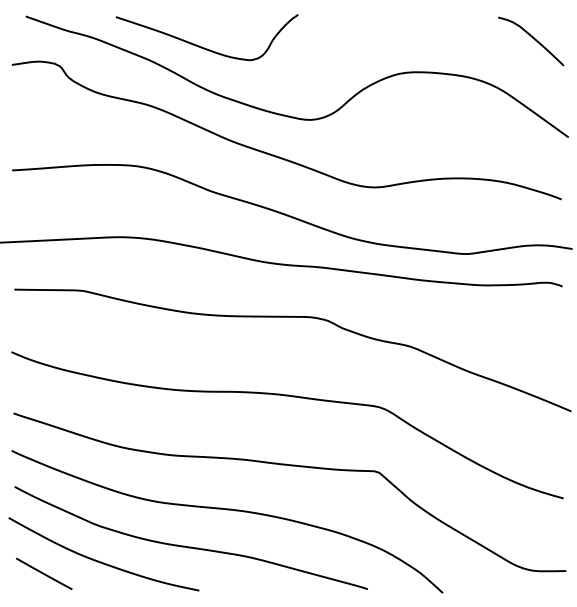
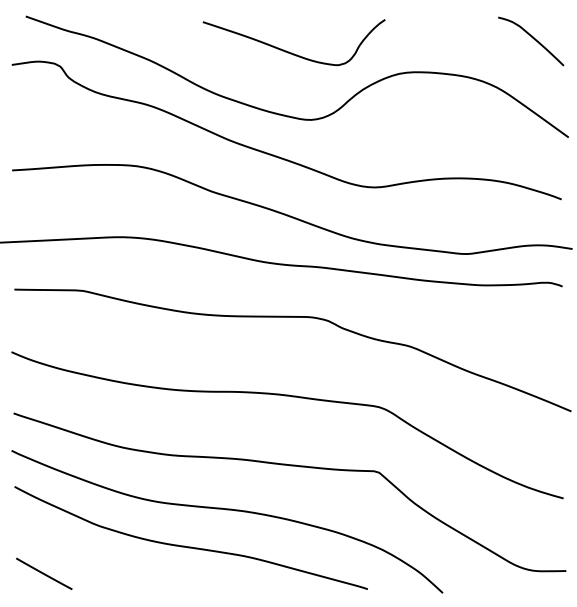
curve at (202, 46) position: (202, 46) -> (289, 51)
curve at (101, 561): present -> none
